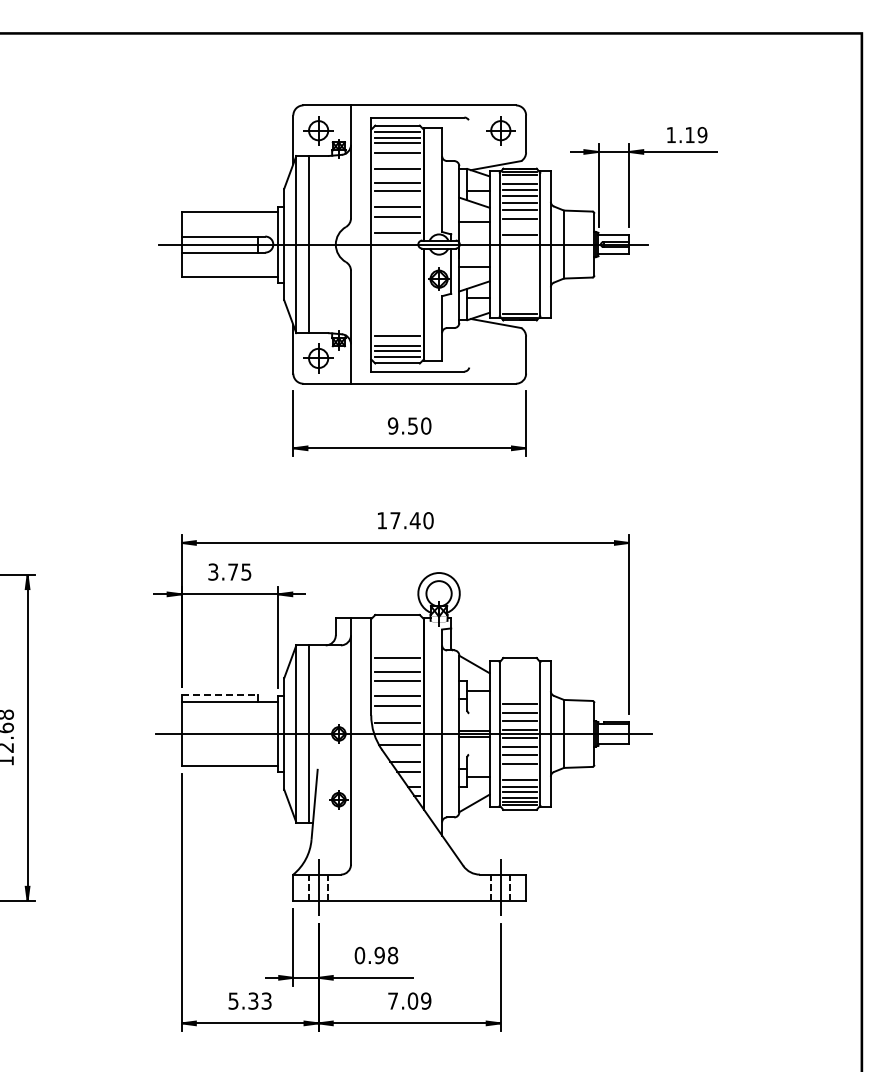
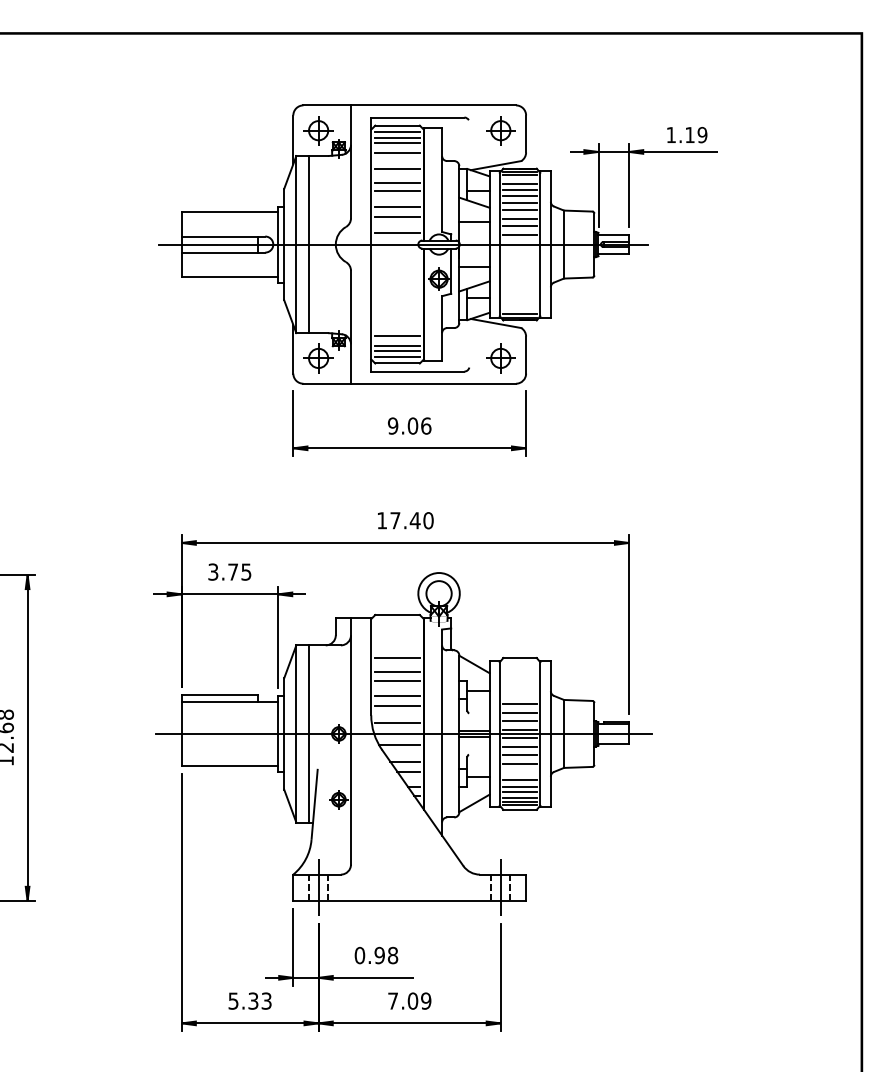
line at (519, 226): none -> present
part at (500, 358): none -> present
text at (419, 425): 9.50 -> 9.06
line at (219, 694): dashed -> solid
